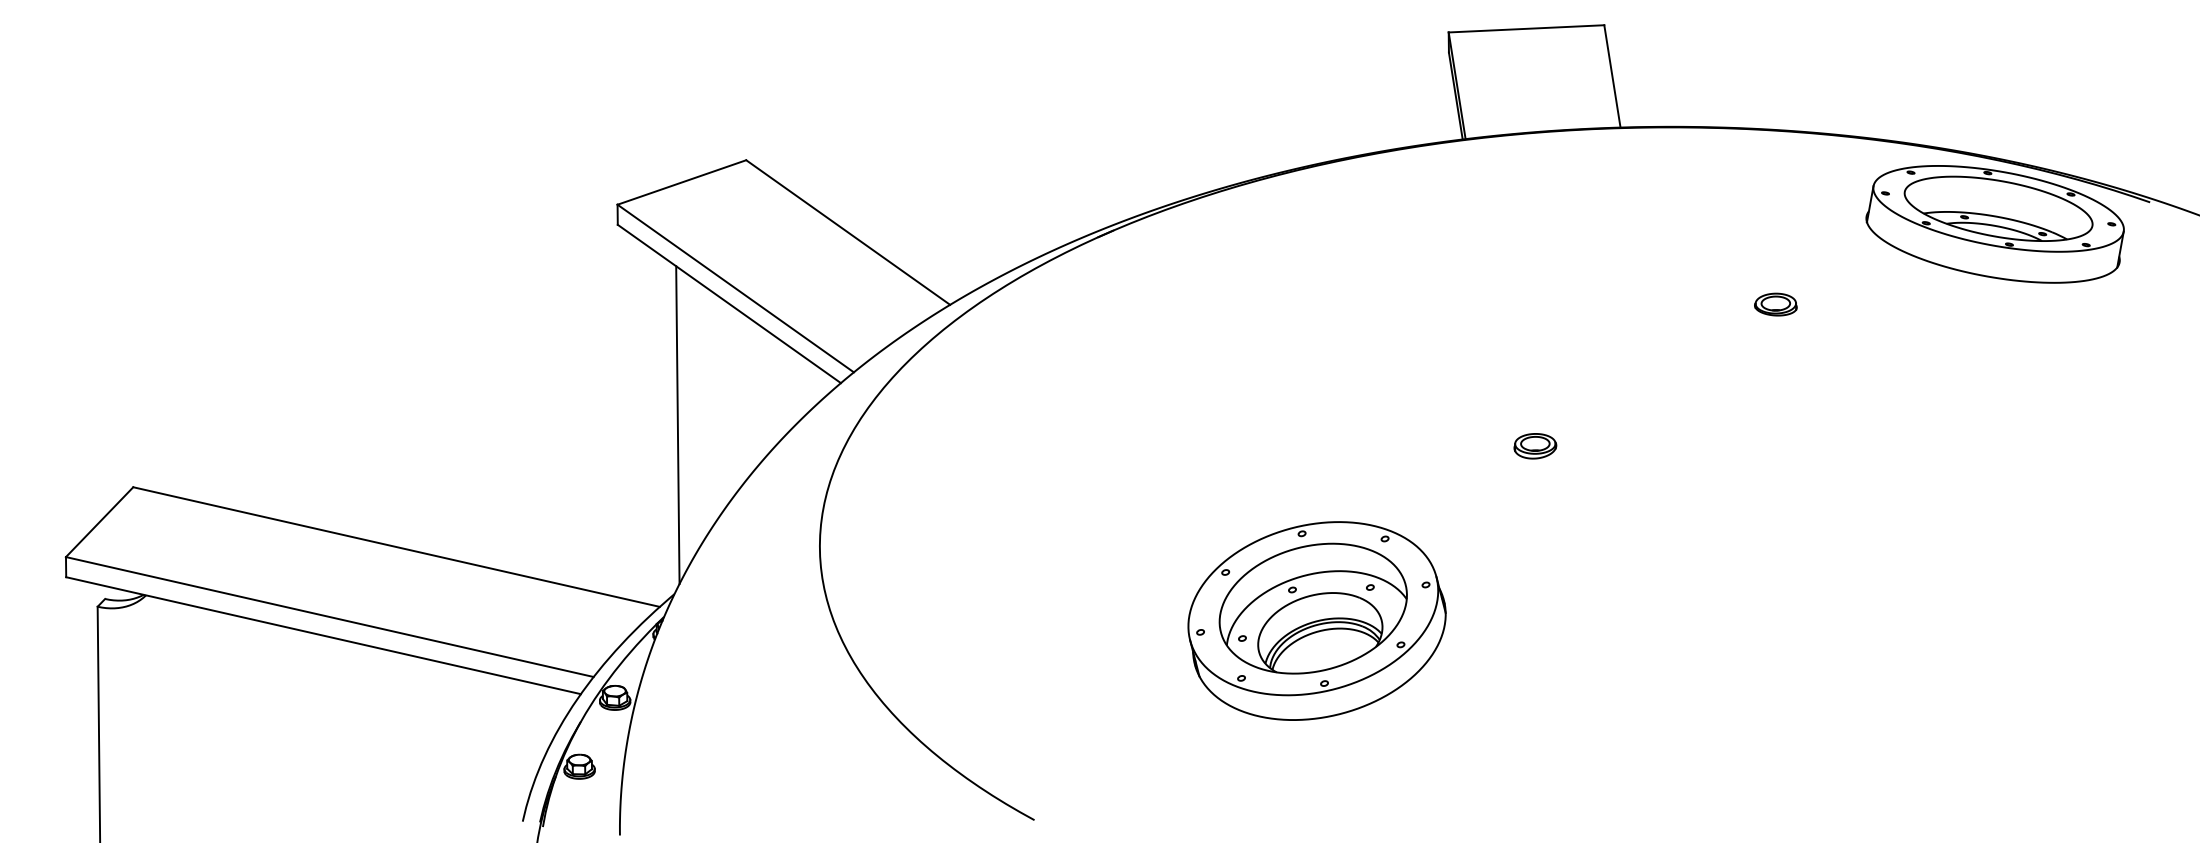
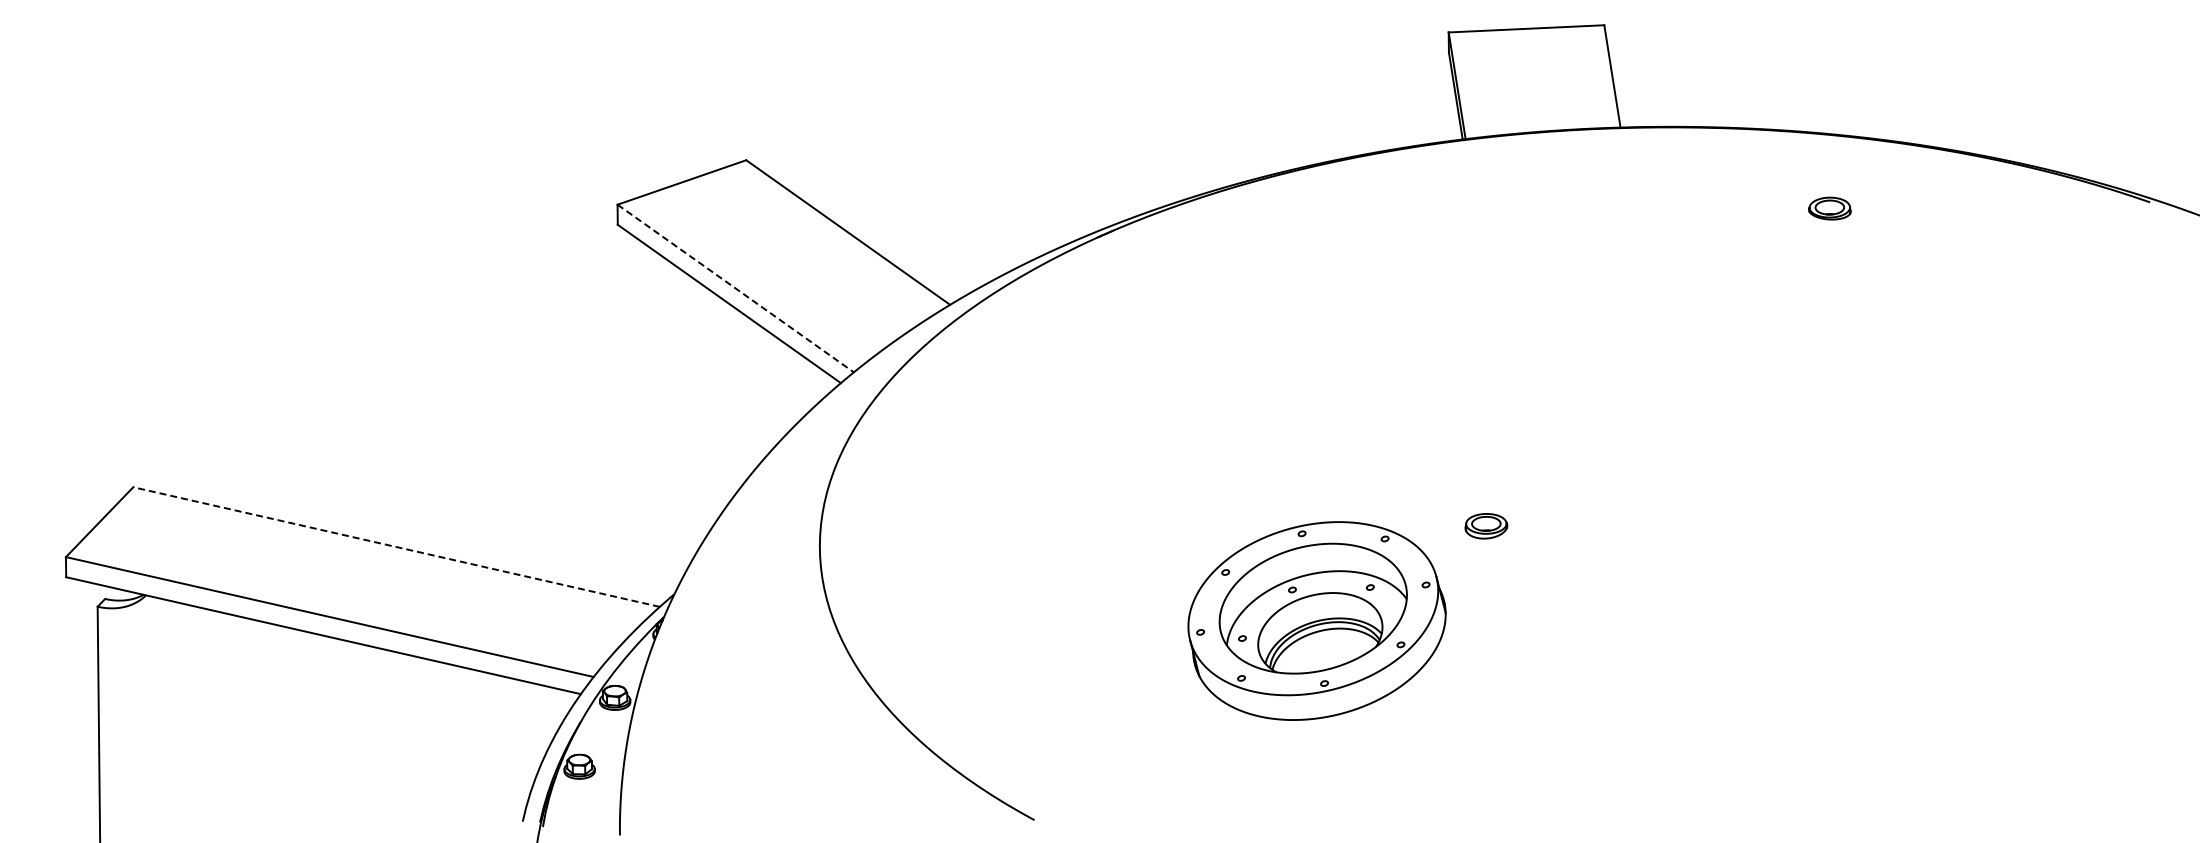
part at (1994, 224): present -> none
line at (735, 288): solid -> dashed
part at (1775, 304) position: (1775, 304) -> (1829, 208)
line at (677, 425): present -> none
part at (1535, 446) position: (1535, 446) -> (1486, 526)
line at (396, 547): solid -> dashed
